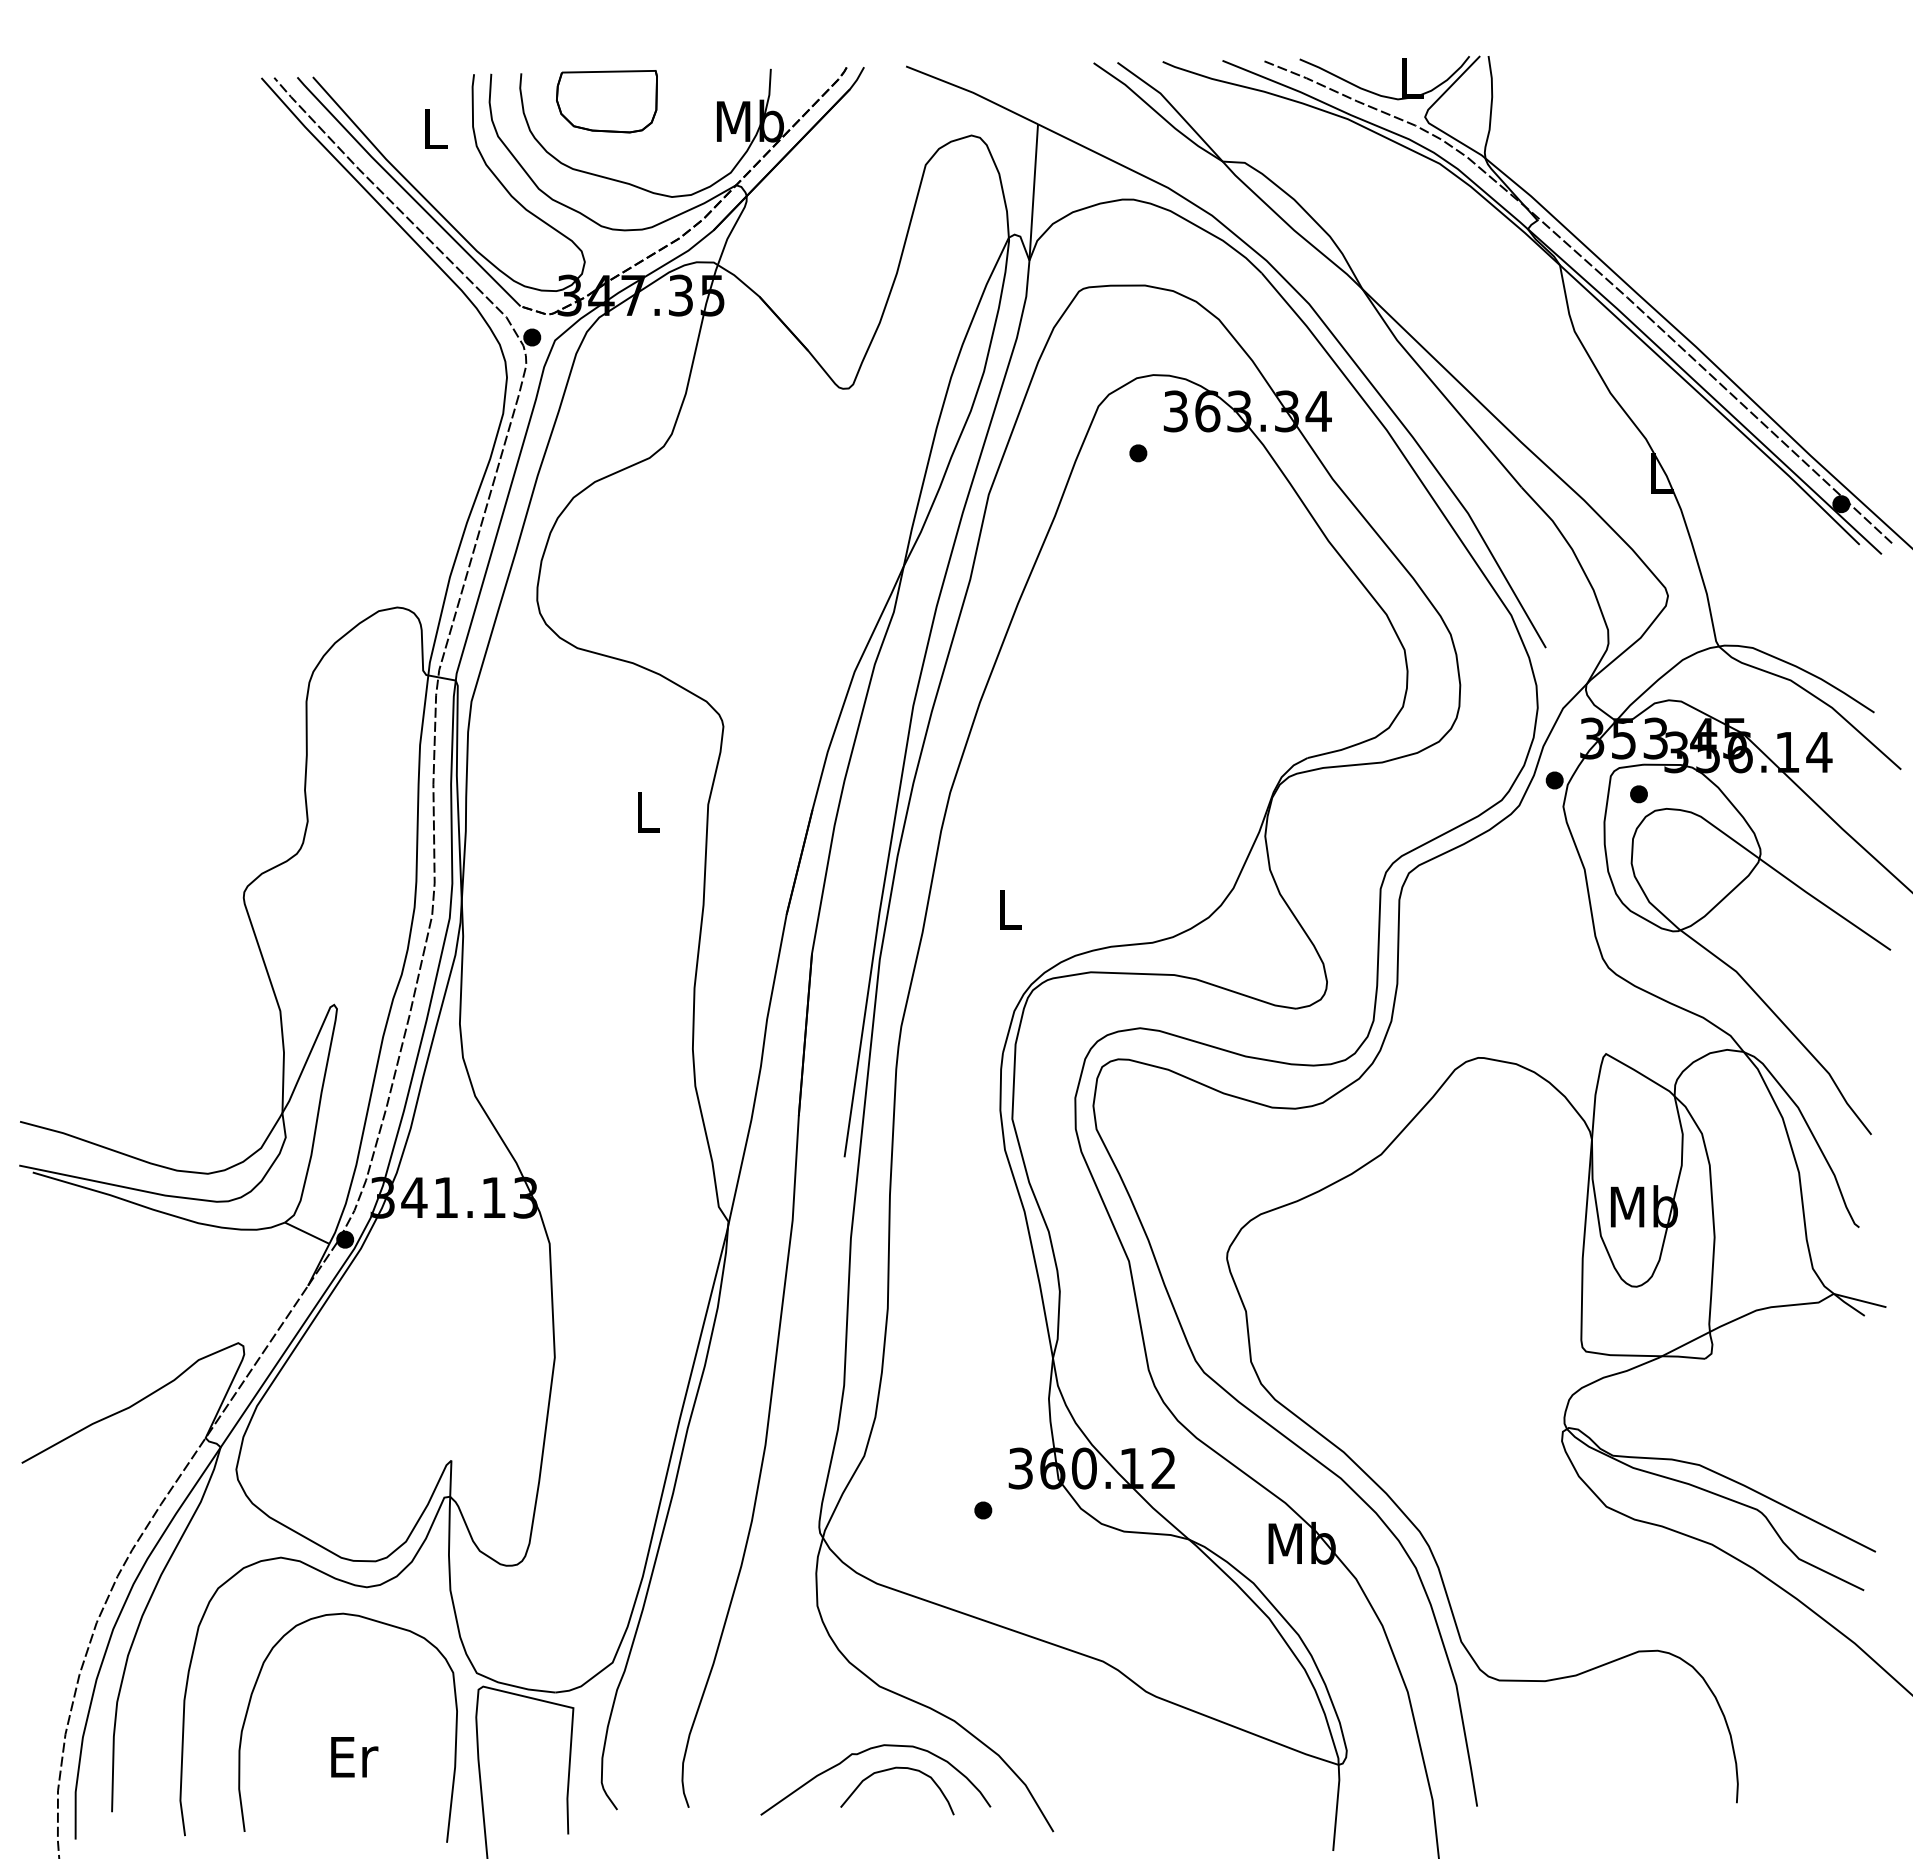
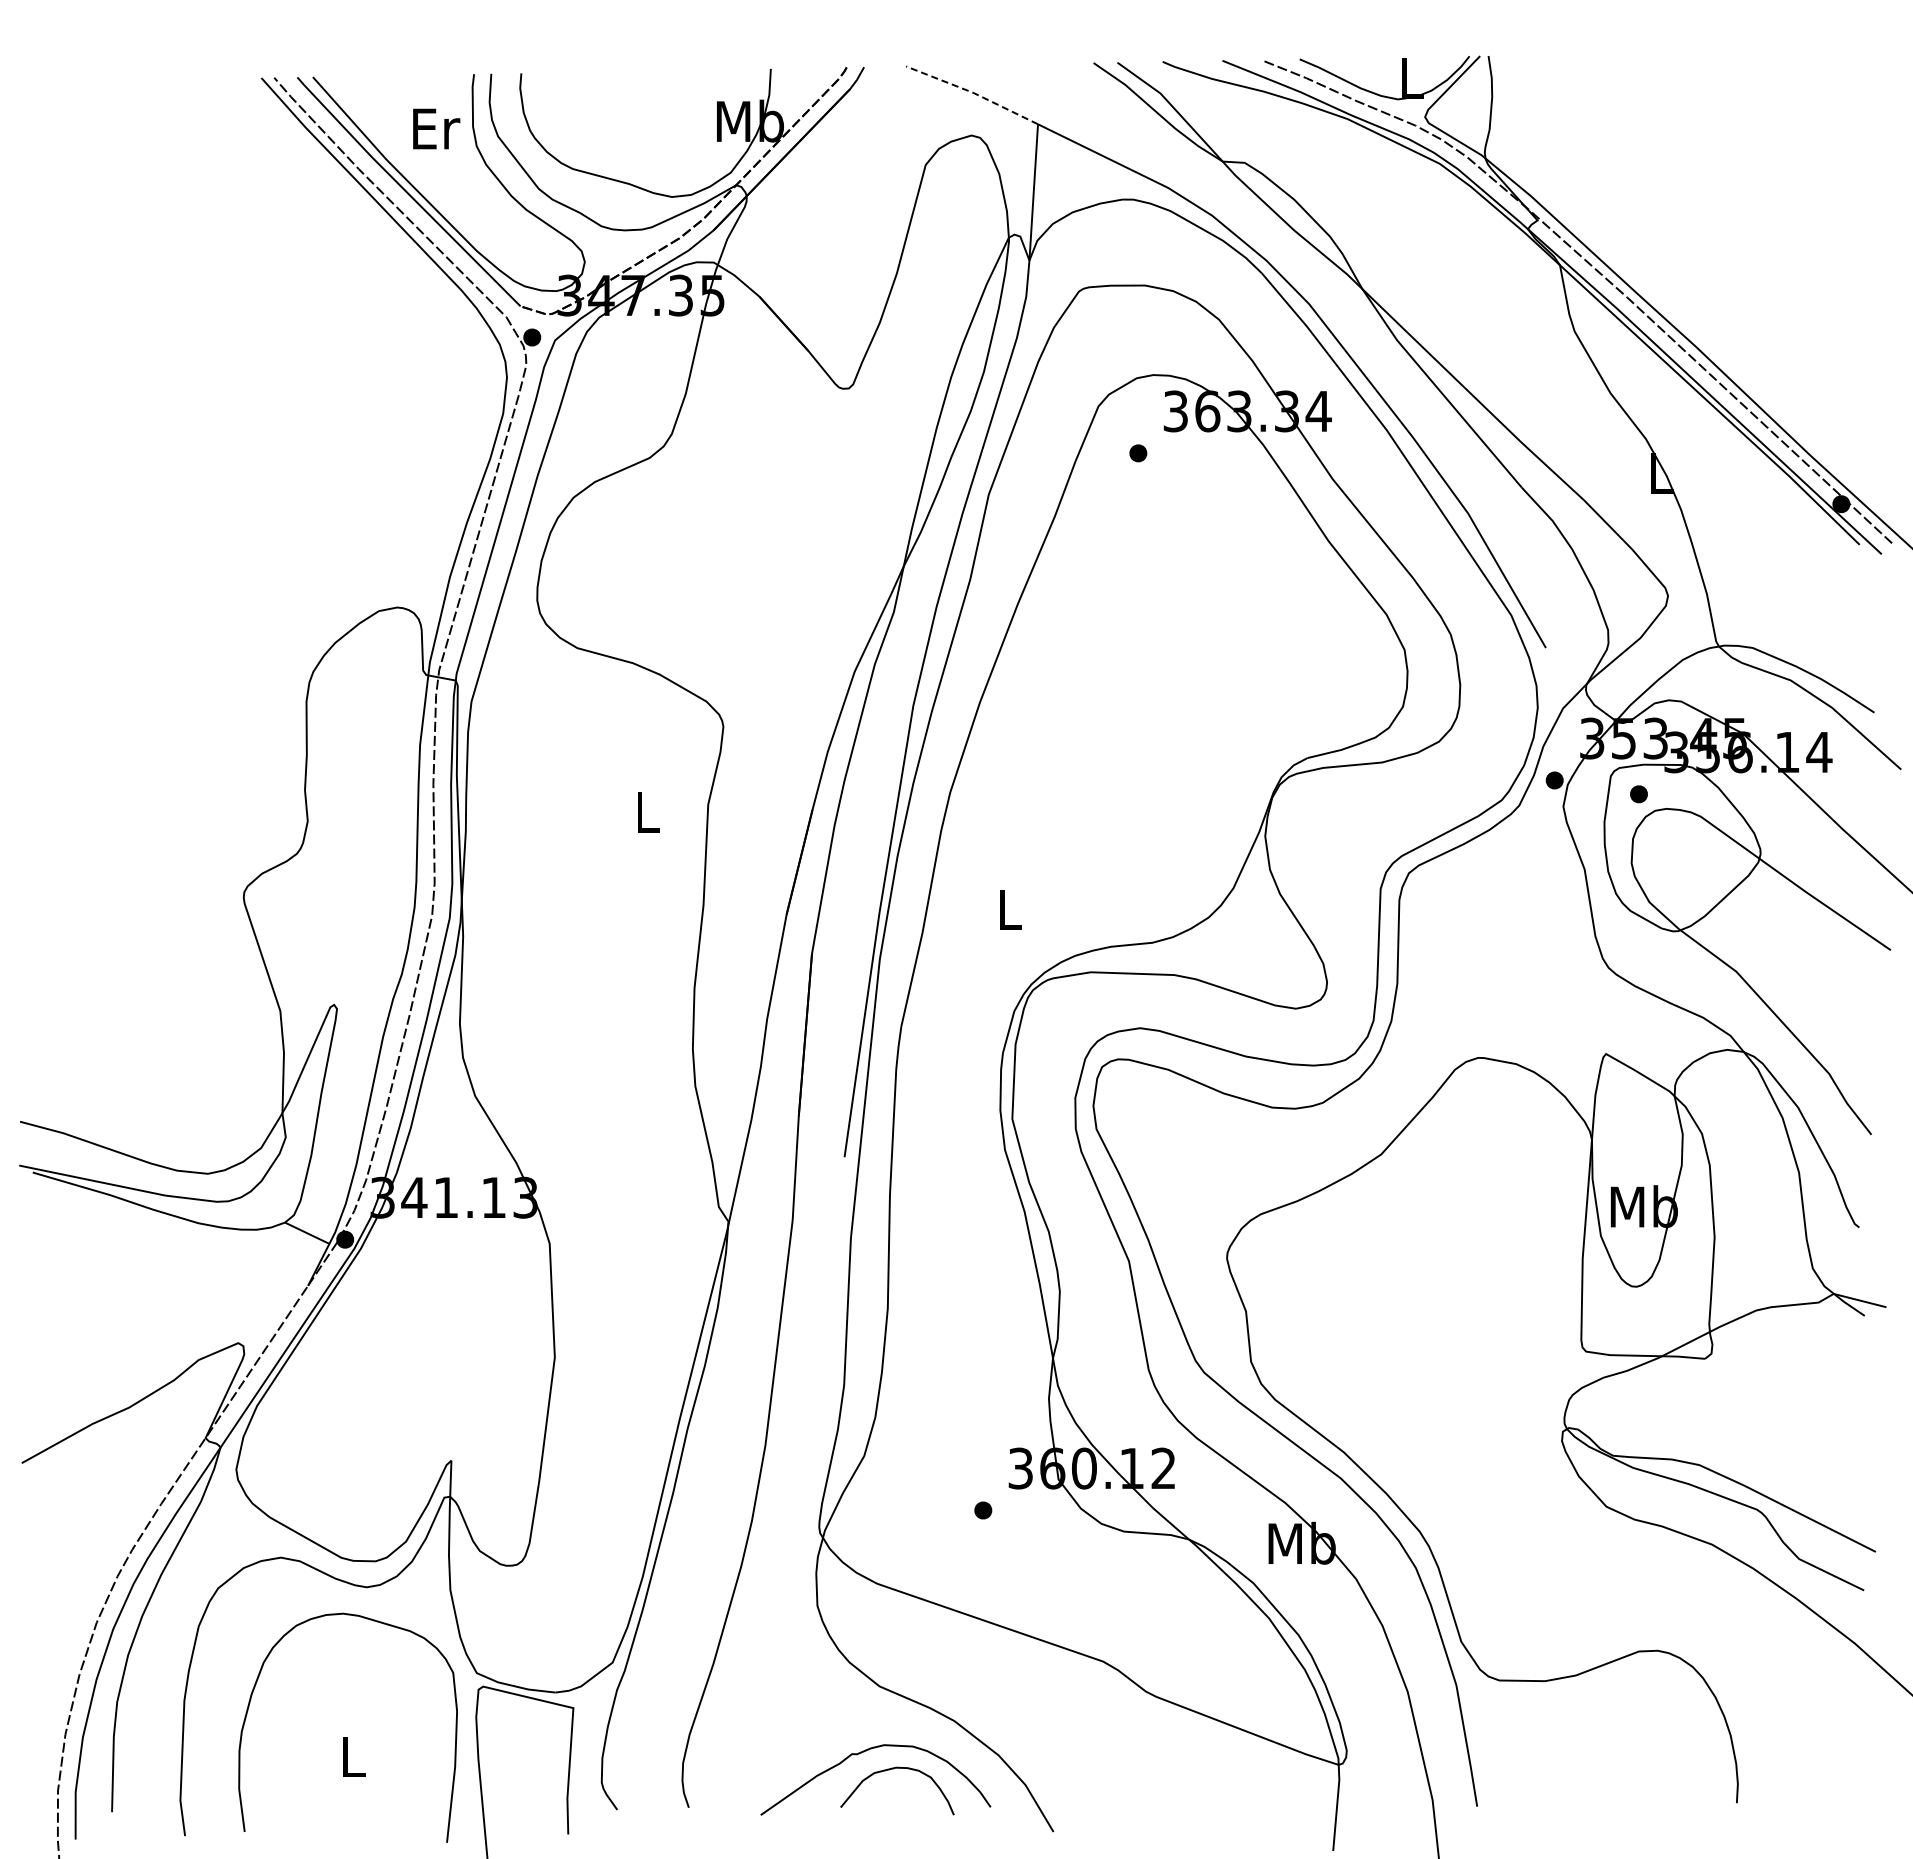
line at (973, 92): solid -> dashed
part at (606, 101): present -> none
text at (436, 128): L -> Er
text at (354, 1757): Er -> L
